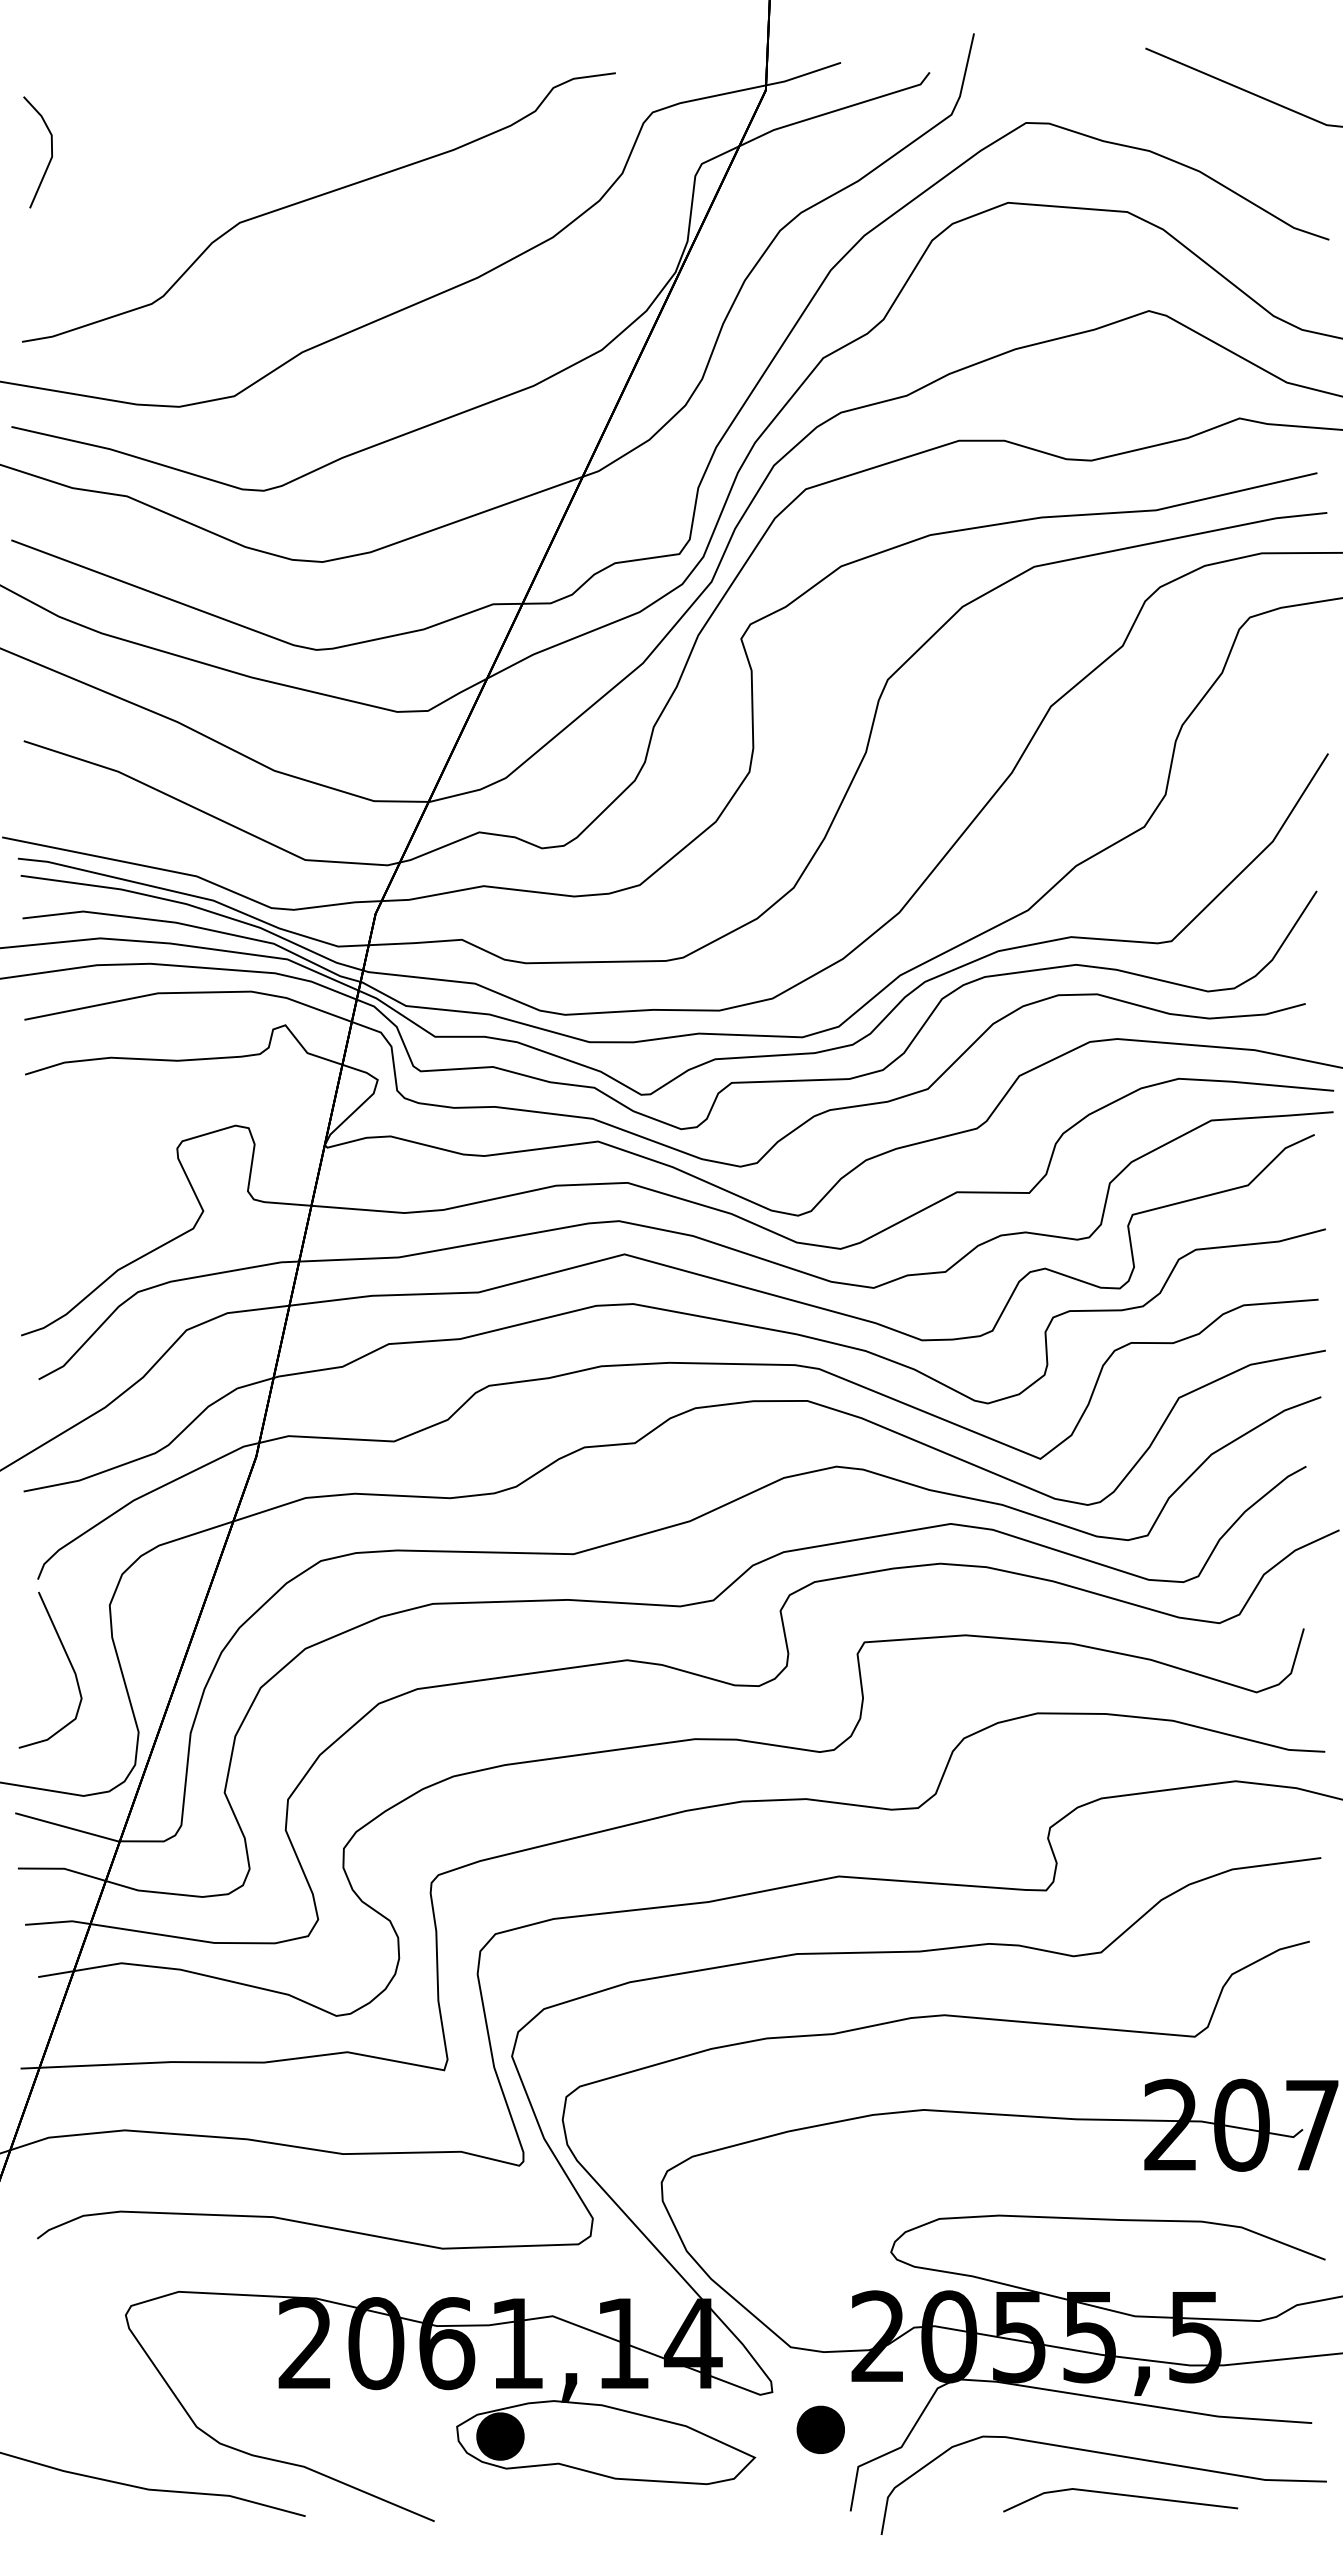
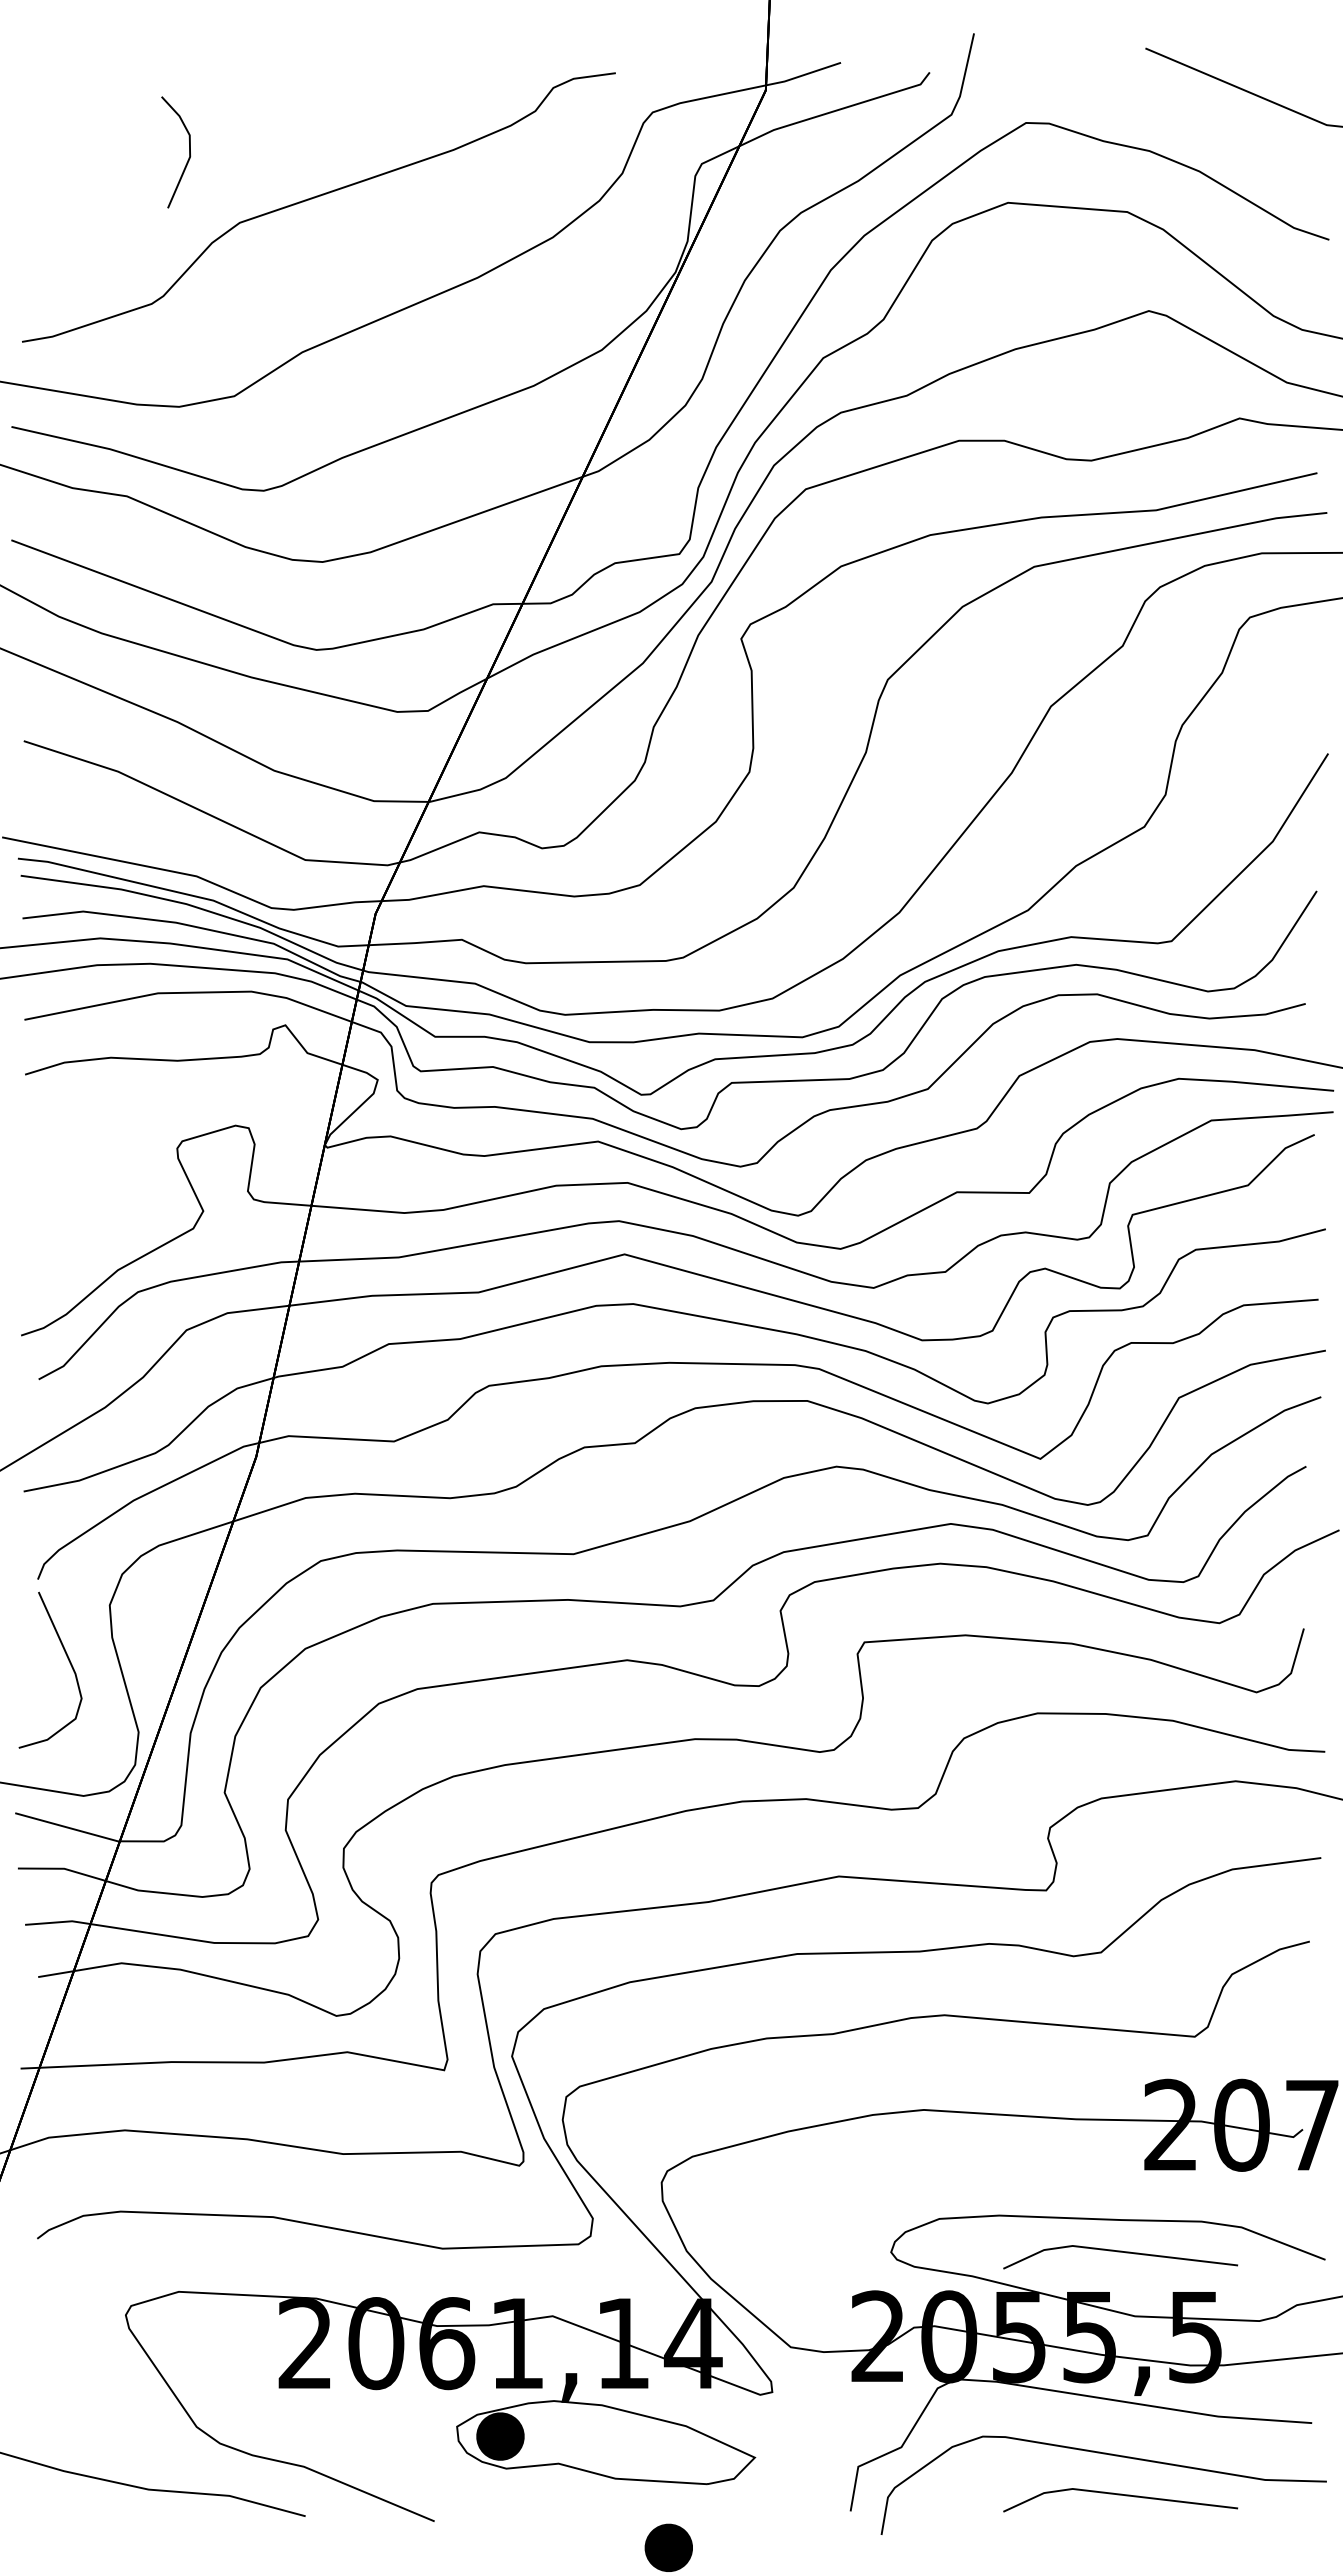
line at (50, 157) position: (50, 157) -> (188, 157)
line at (1120, 2252): none -> present
part at (820, 2429) position: (820, 2429) -> (668, 2547)
